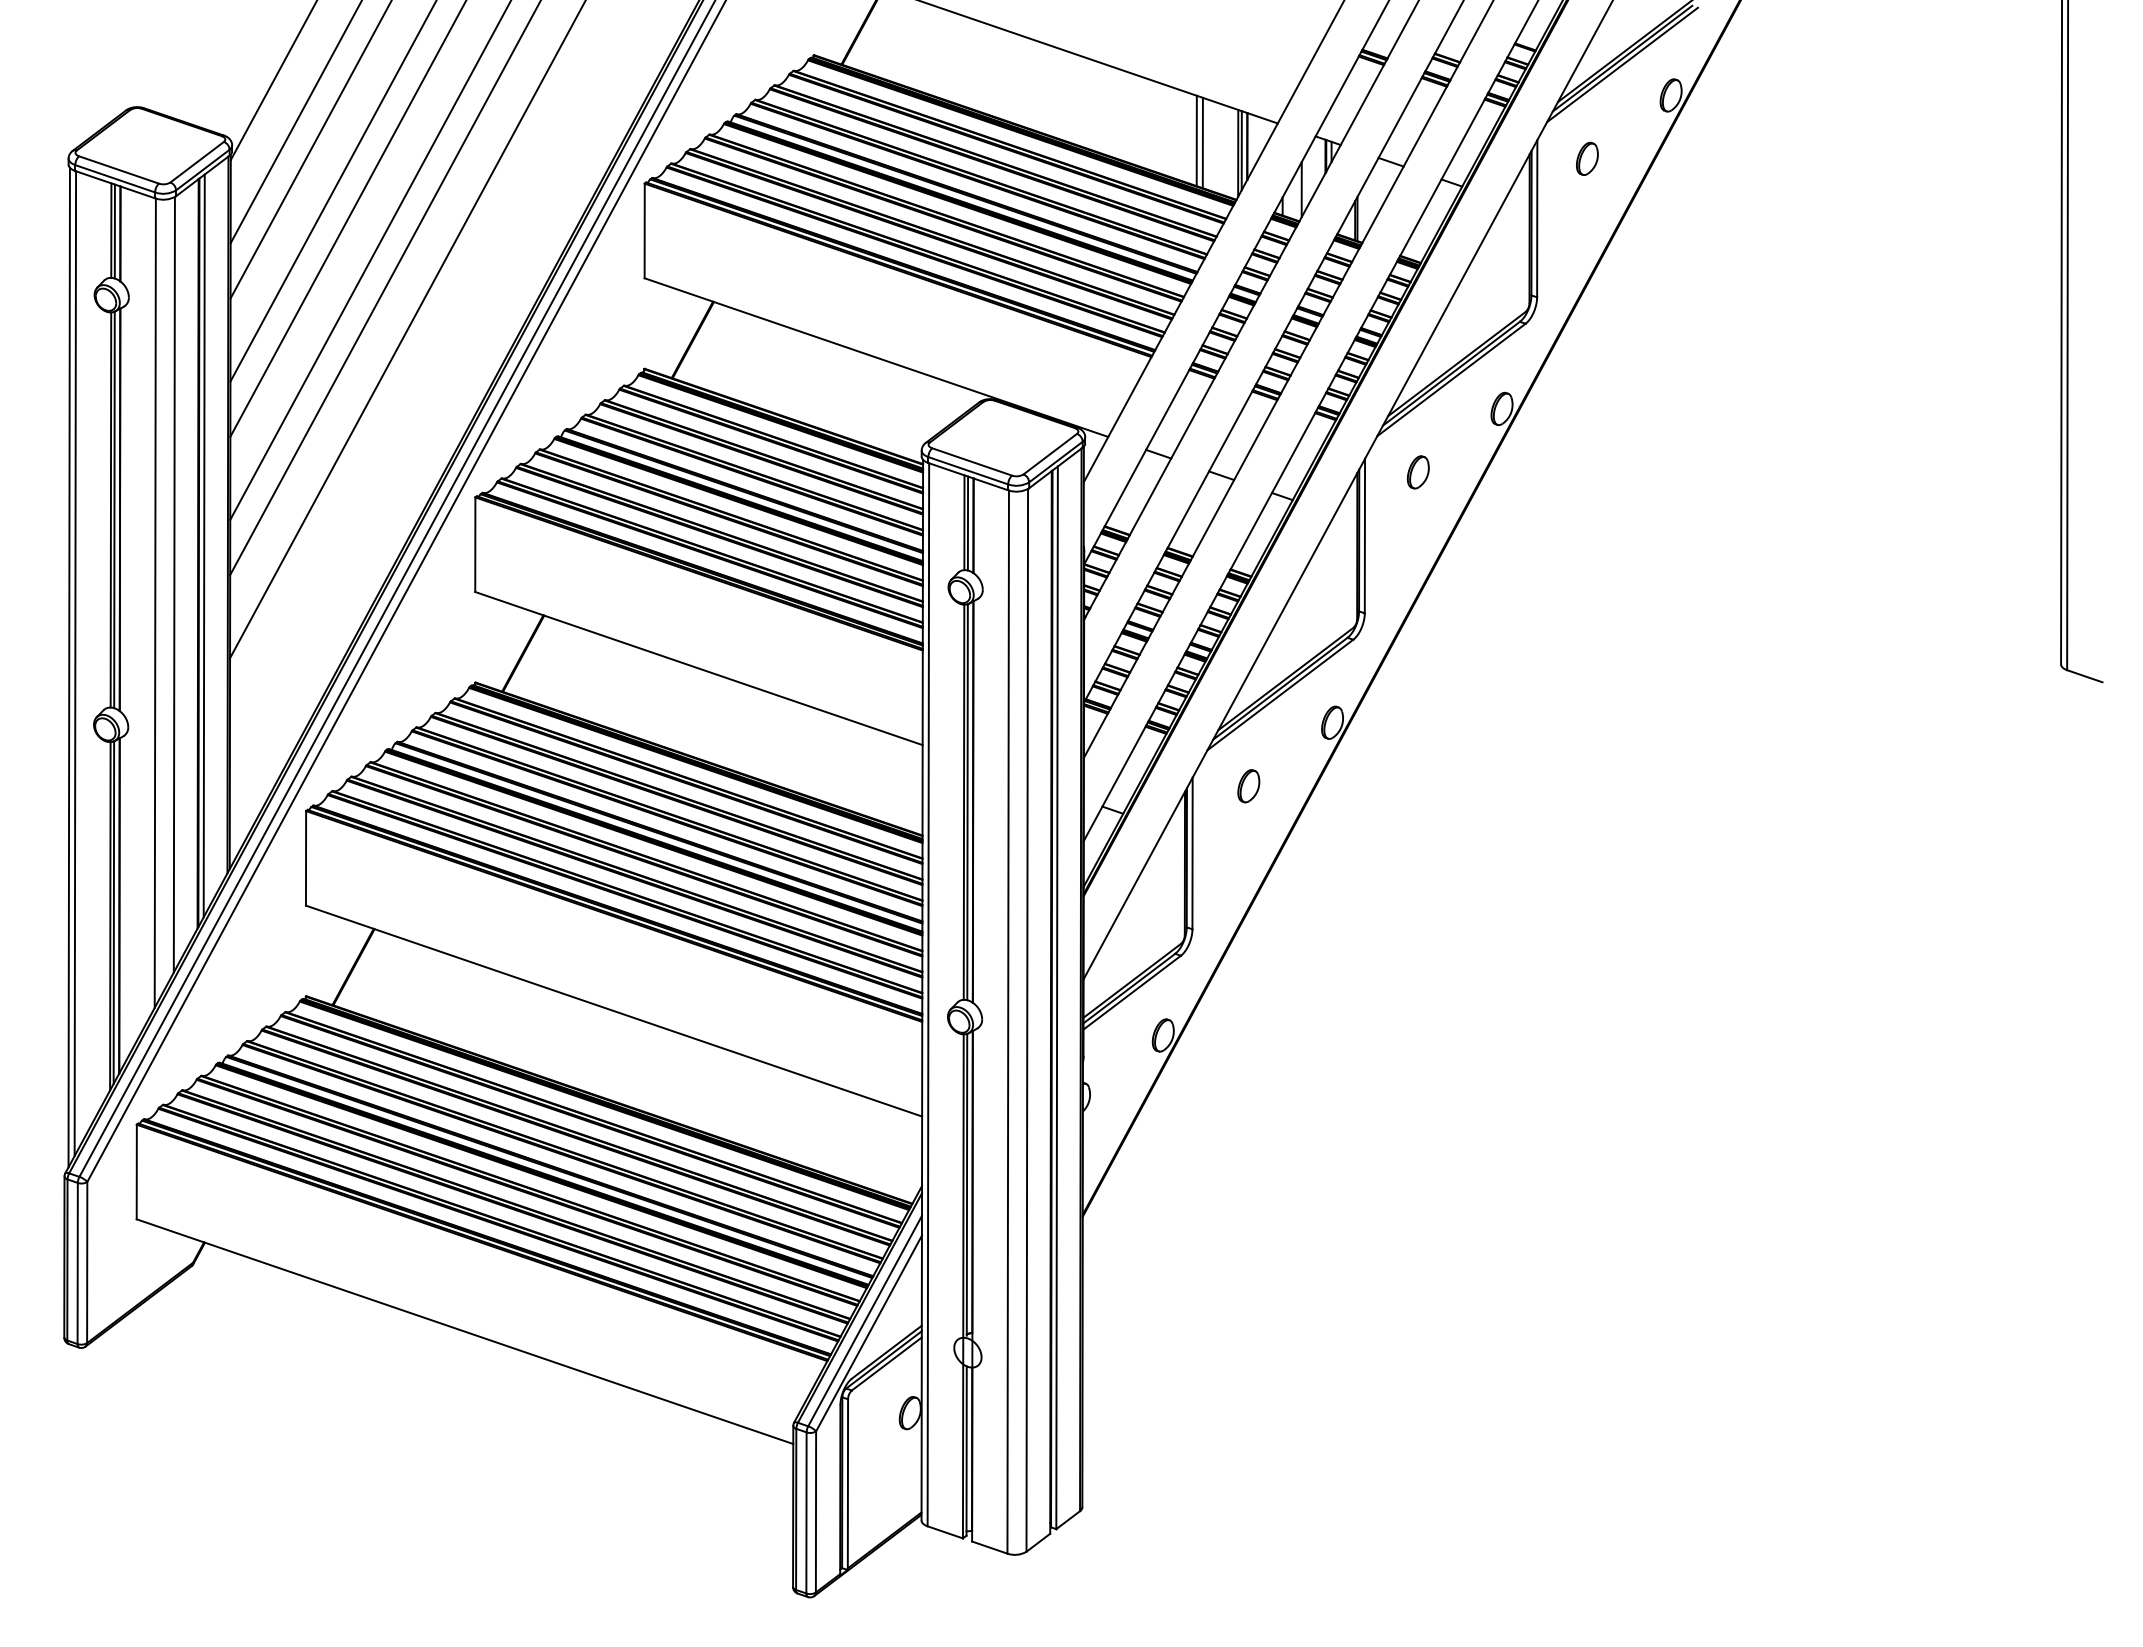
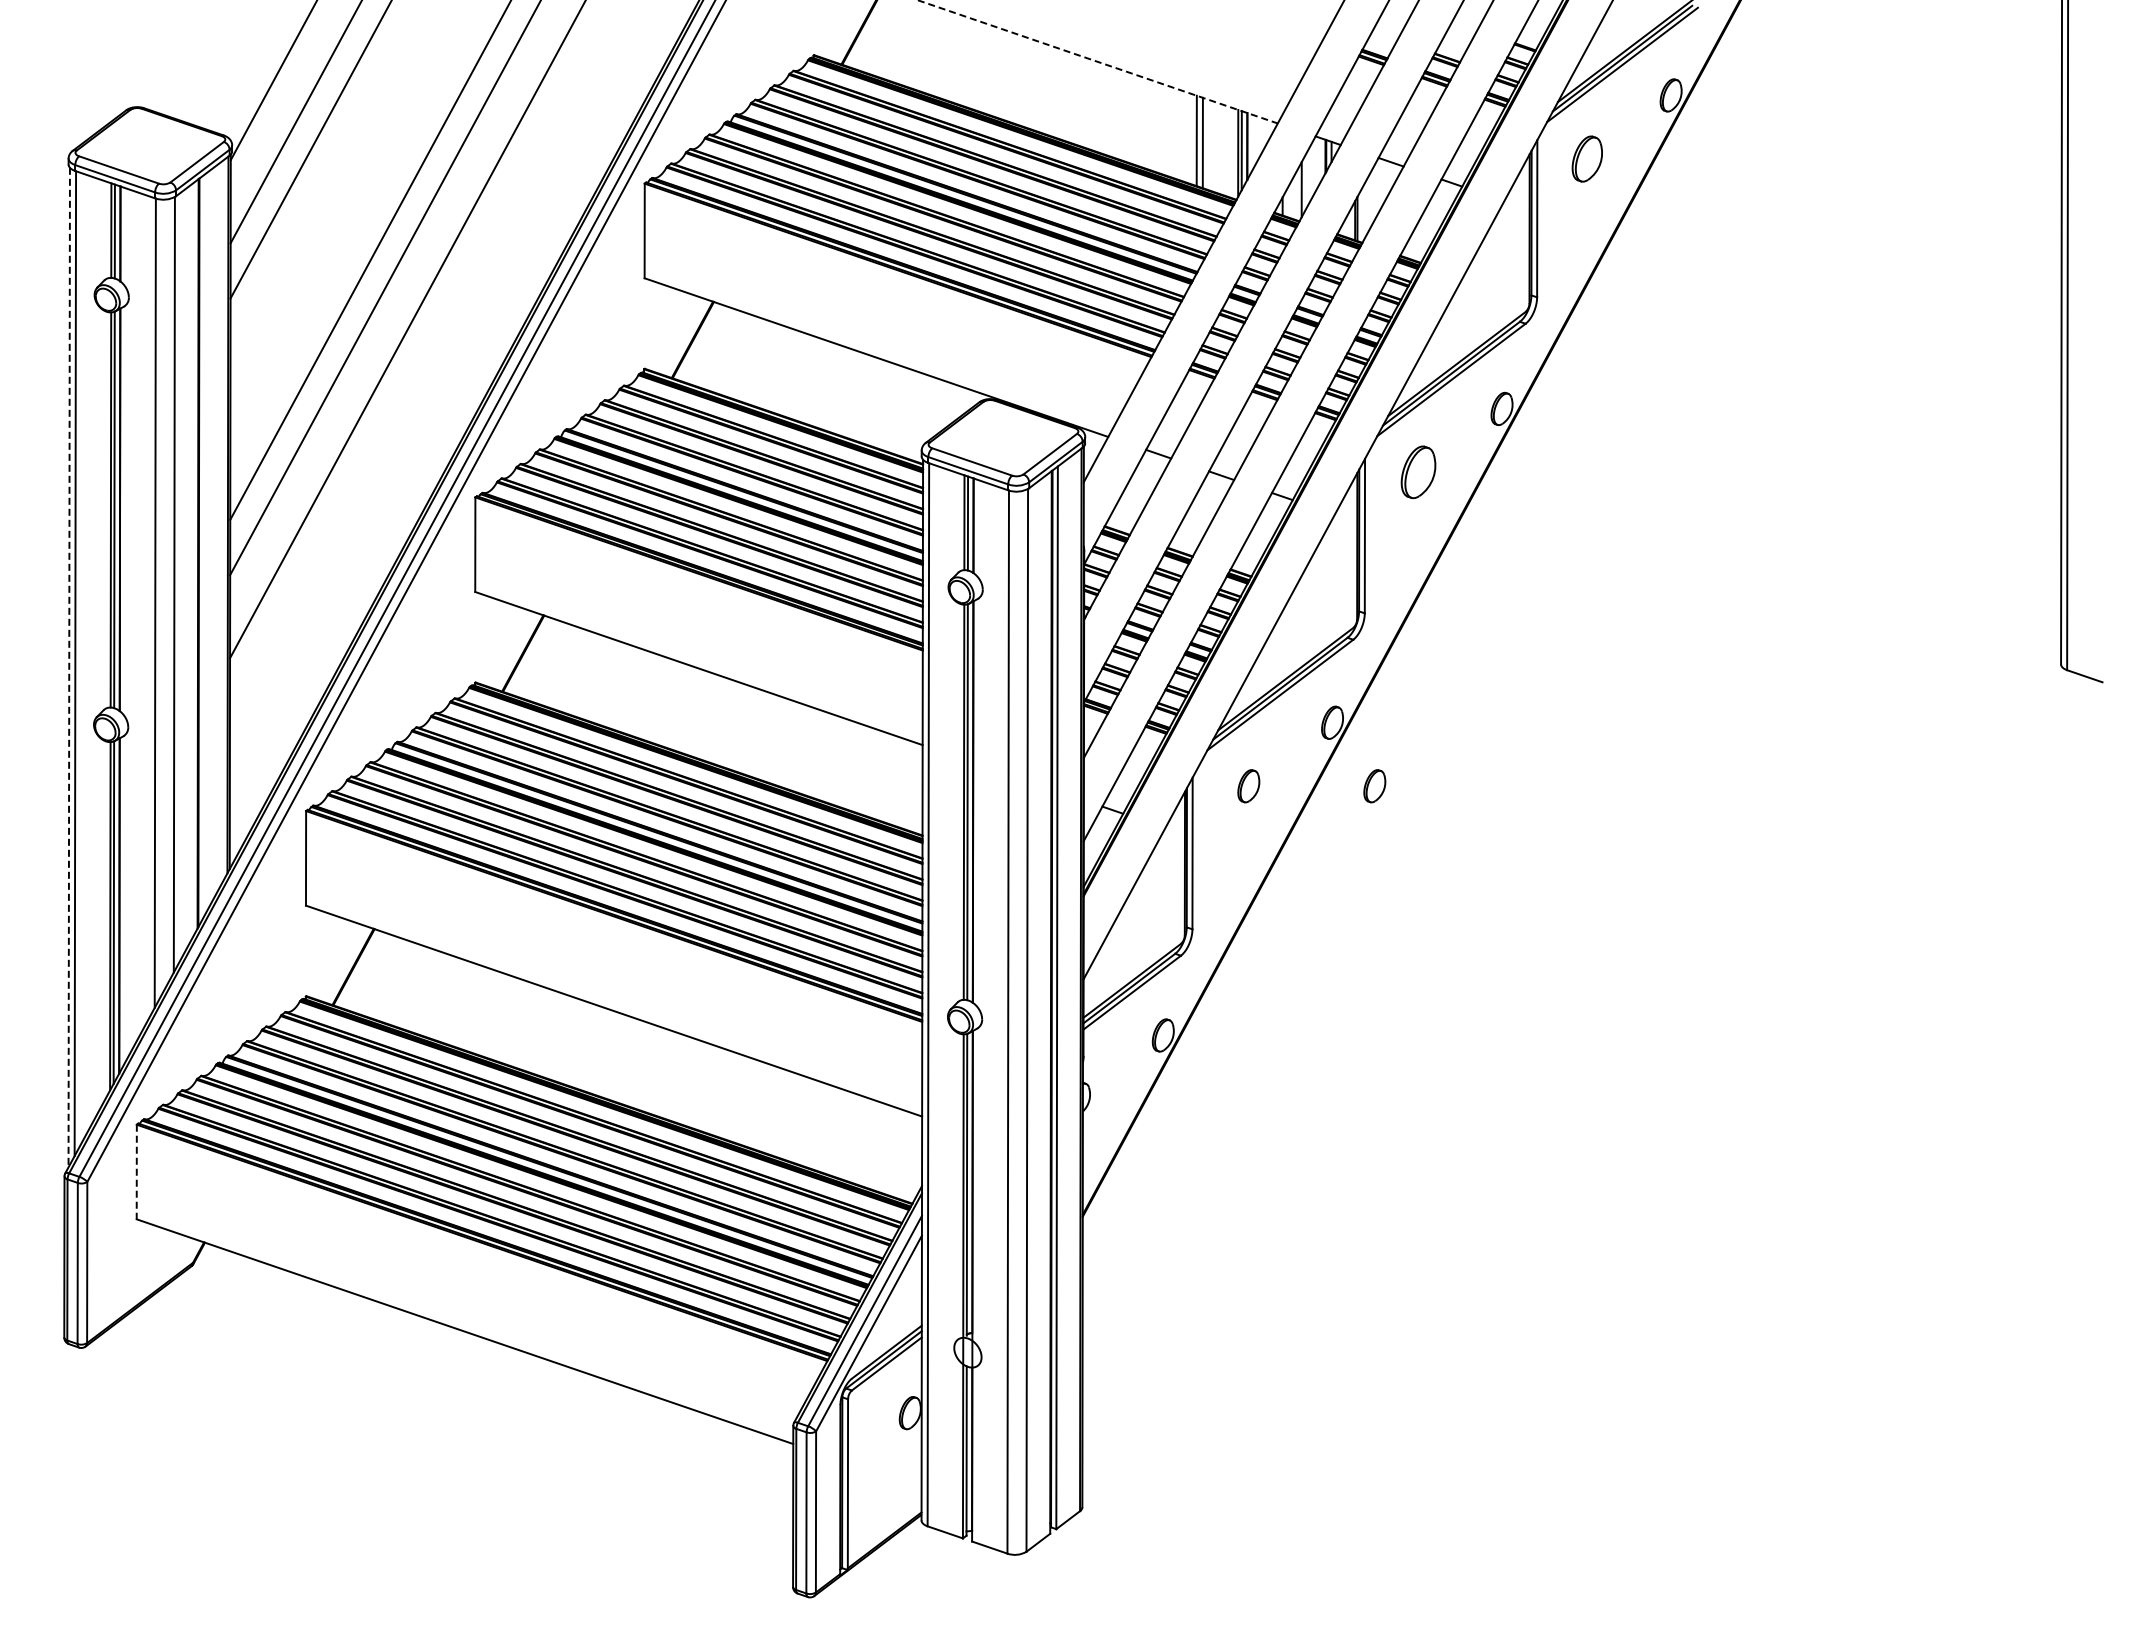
line at (1098, 62): solid -> dashed
part at (1587, 158) size: 23x35 px -> 32x48 px
line at (332, 191): present -> none
line at (347, 219): present -> none
part at (1417, 472) size: 24x35 px -> 37x55 px
line at (203, 545): present -> none
line at (69, 667): solid -> dashed
part at (1374, 786): none -> present
line at (136, 1172): solid -> dashed
